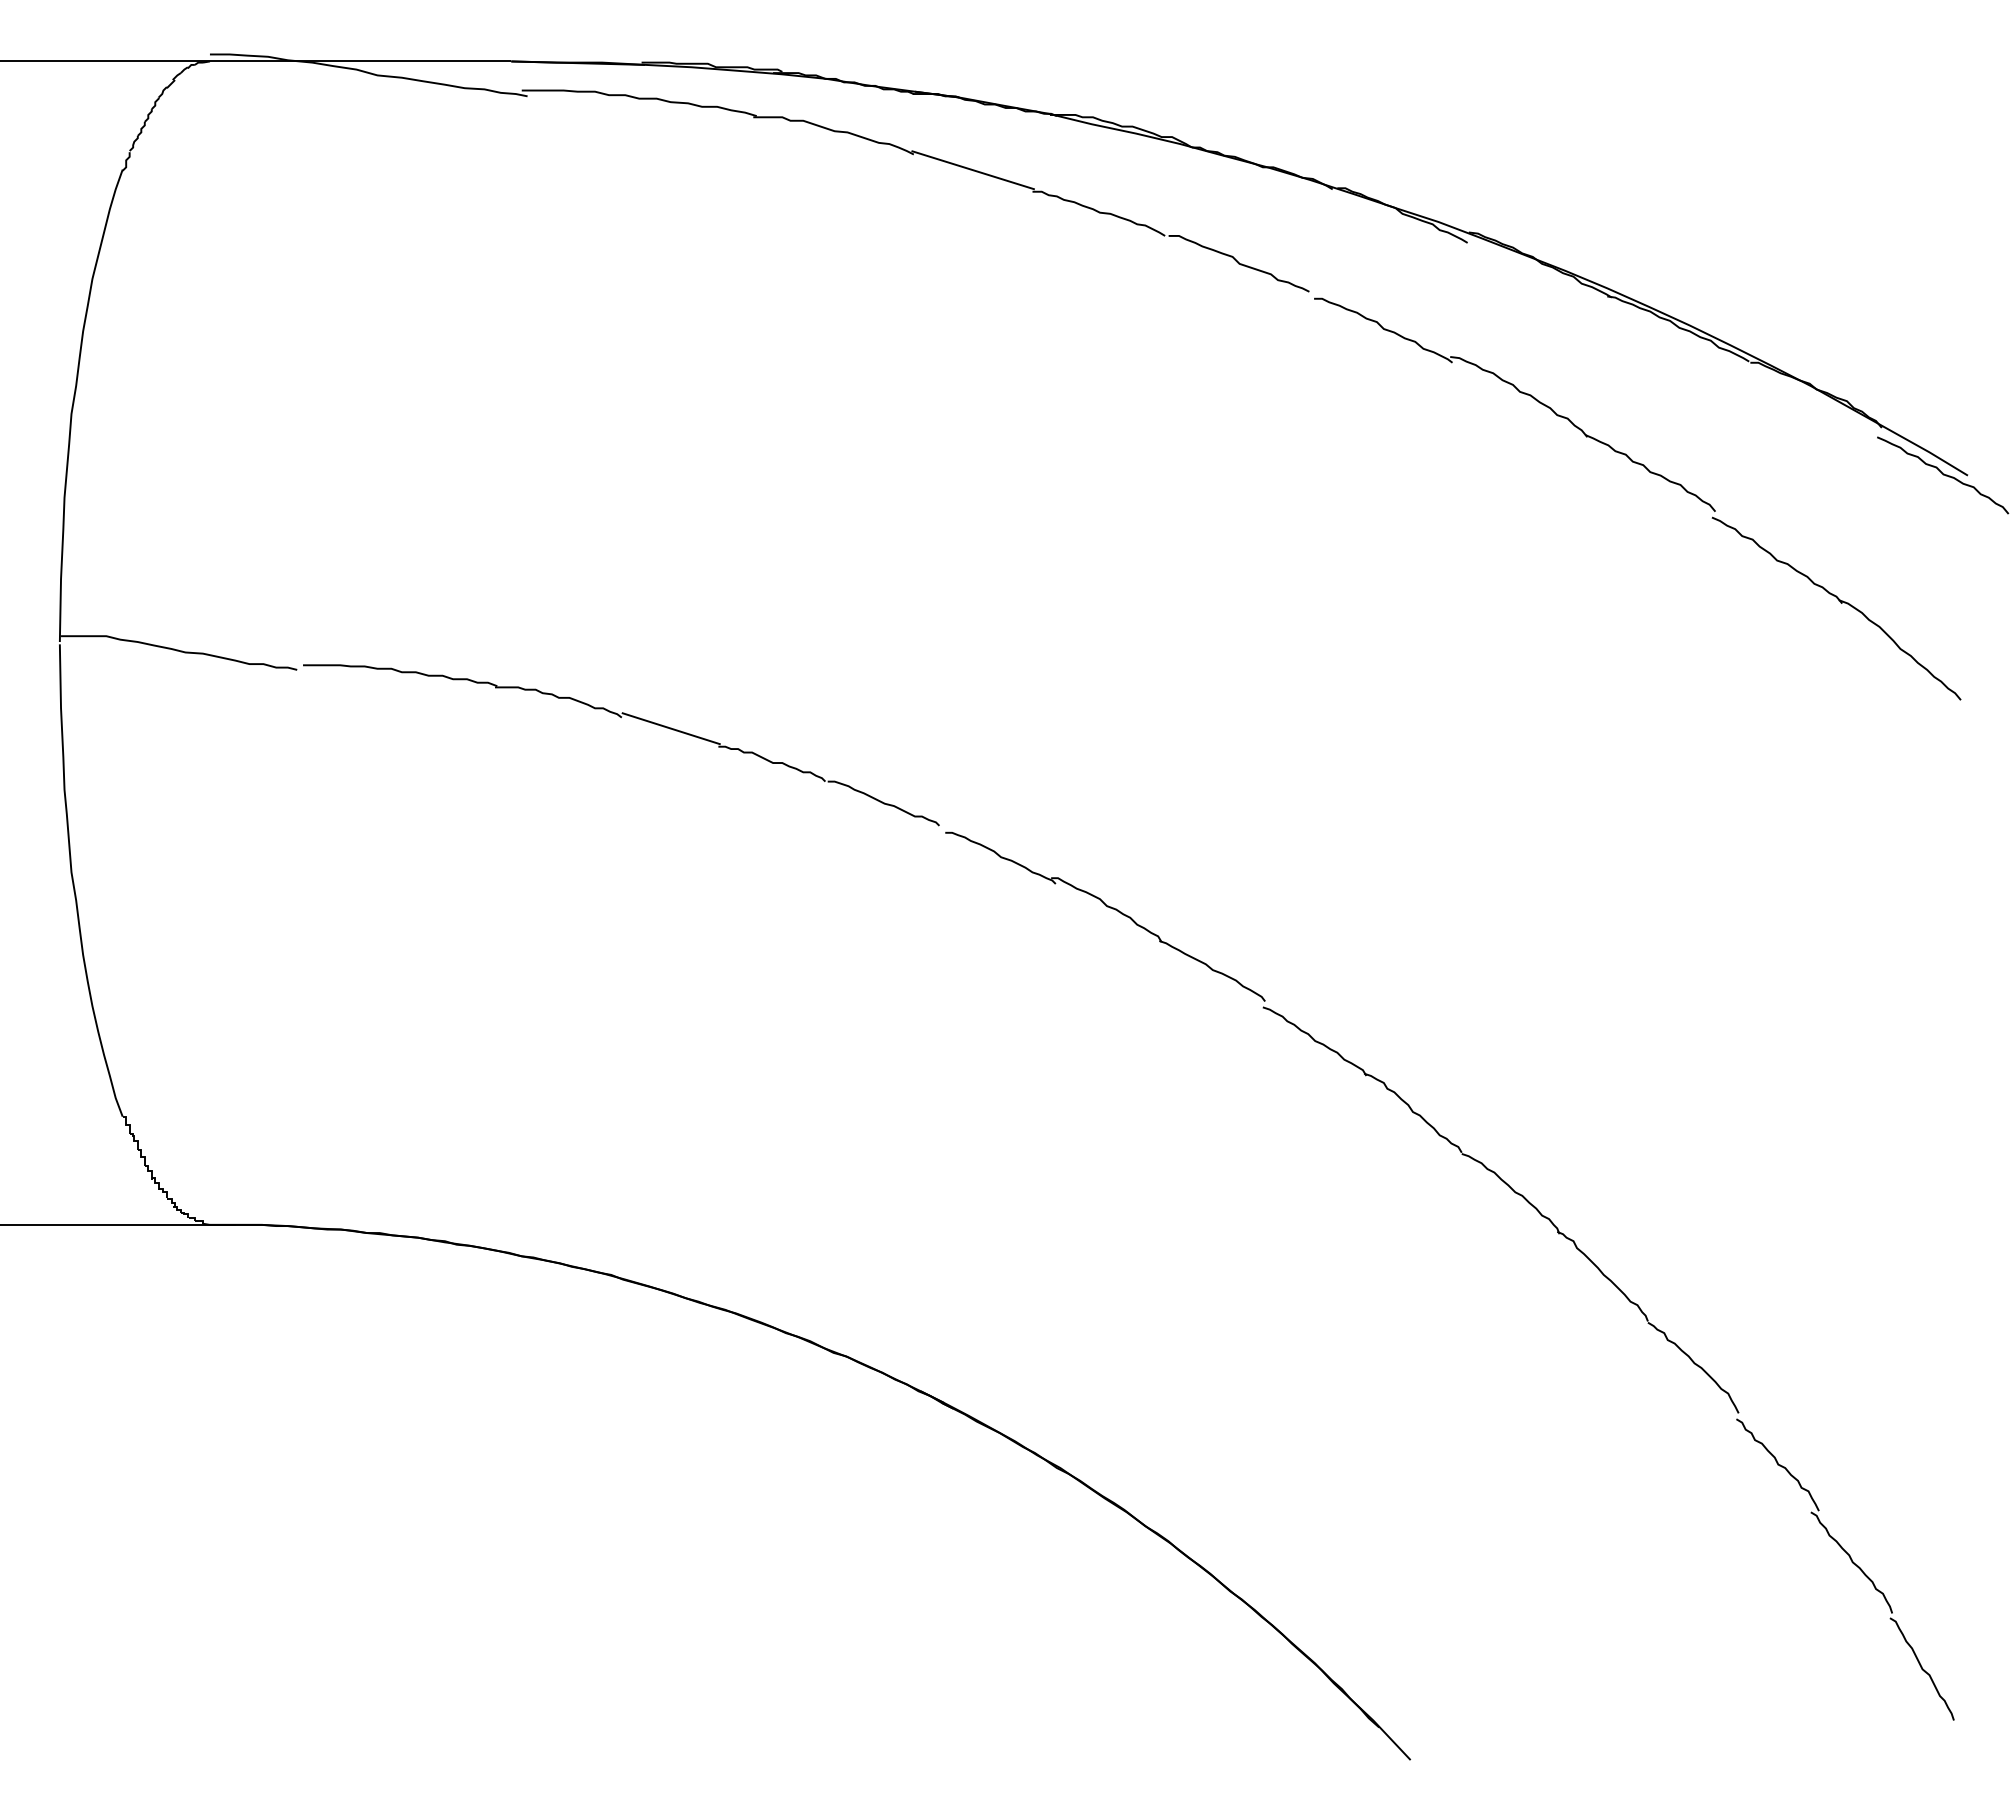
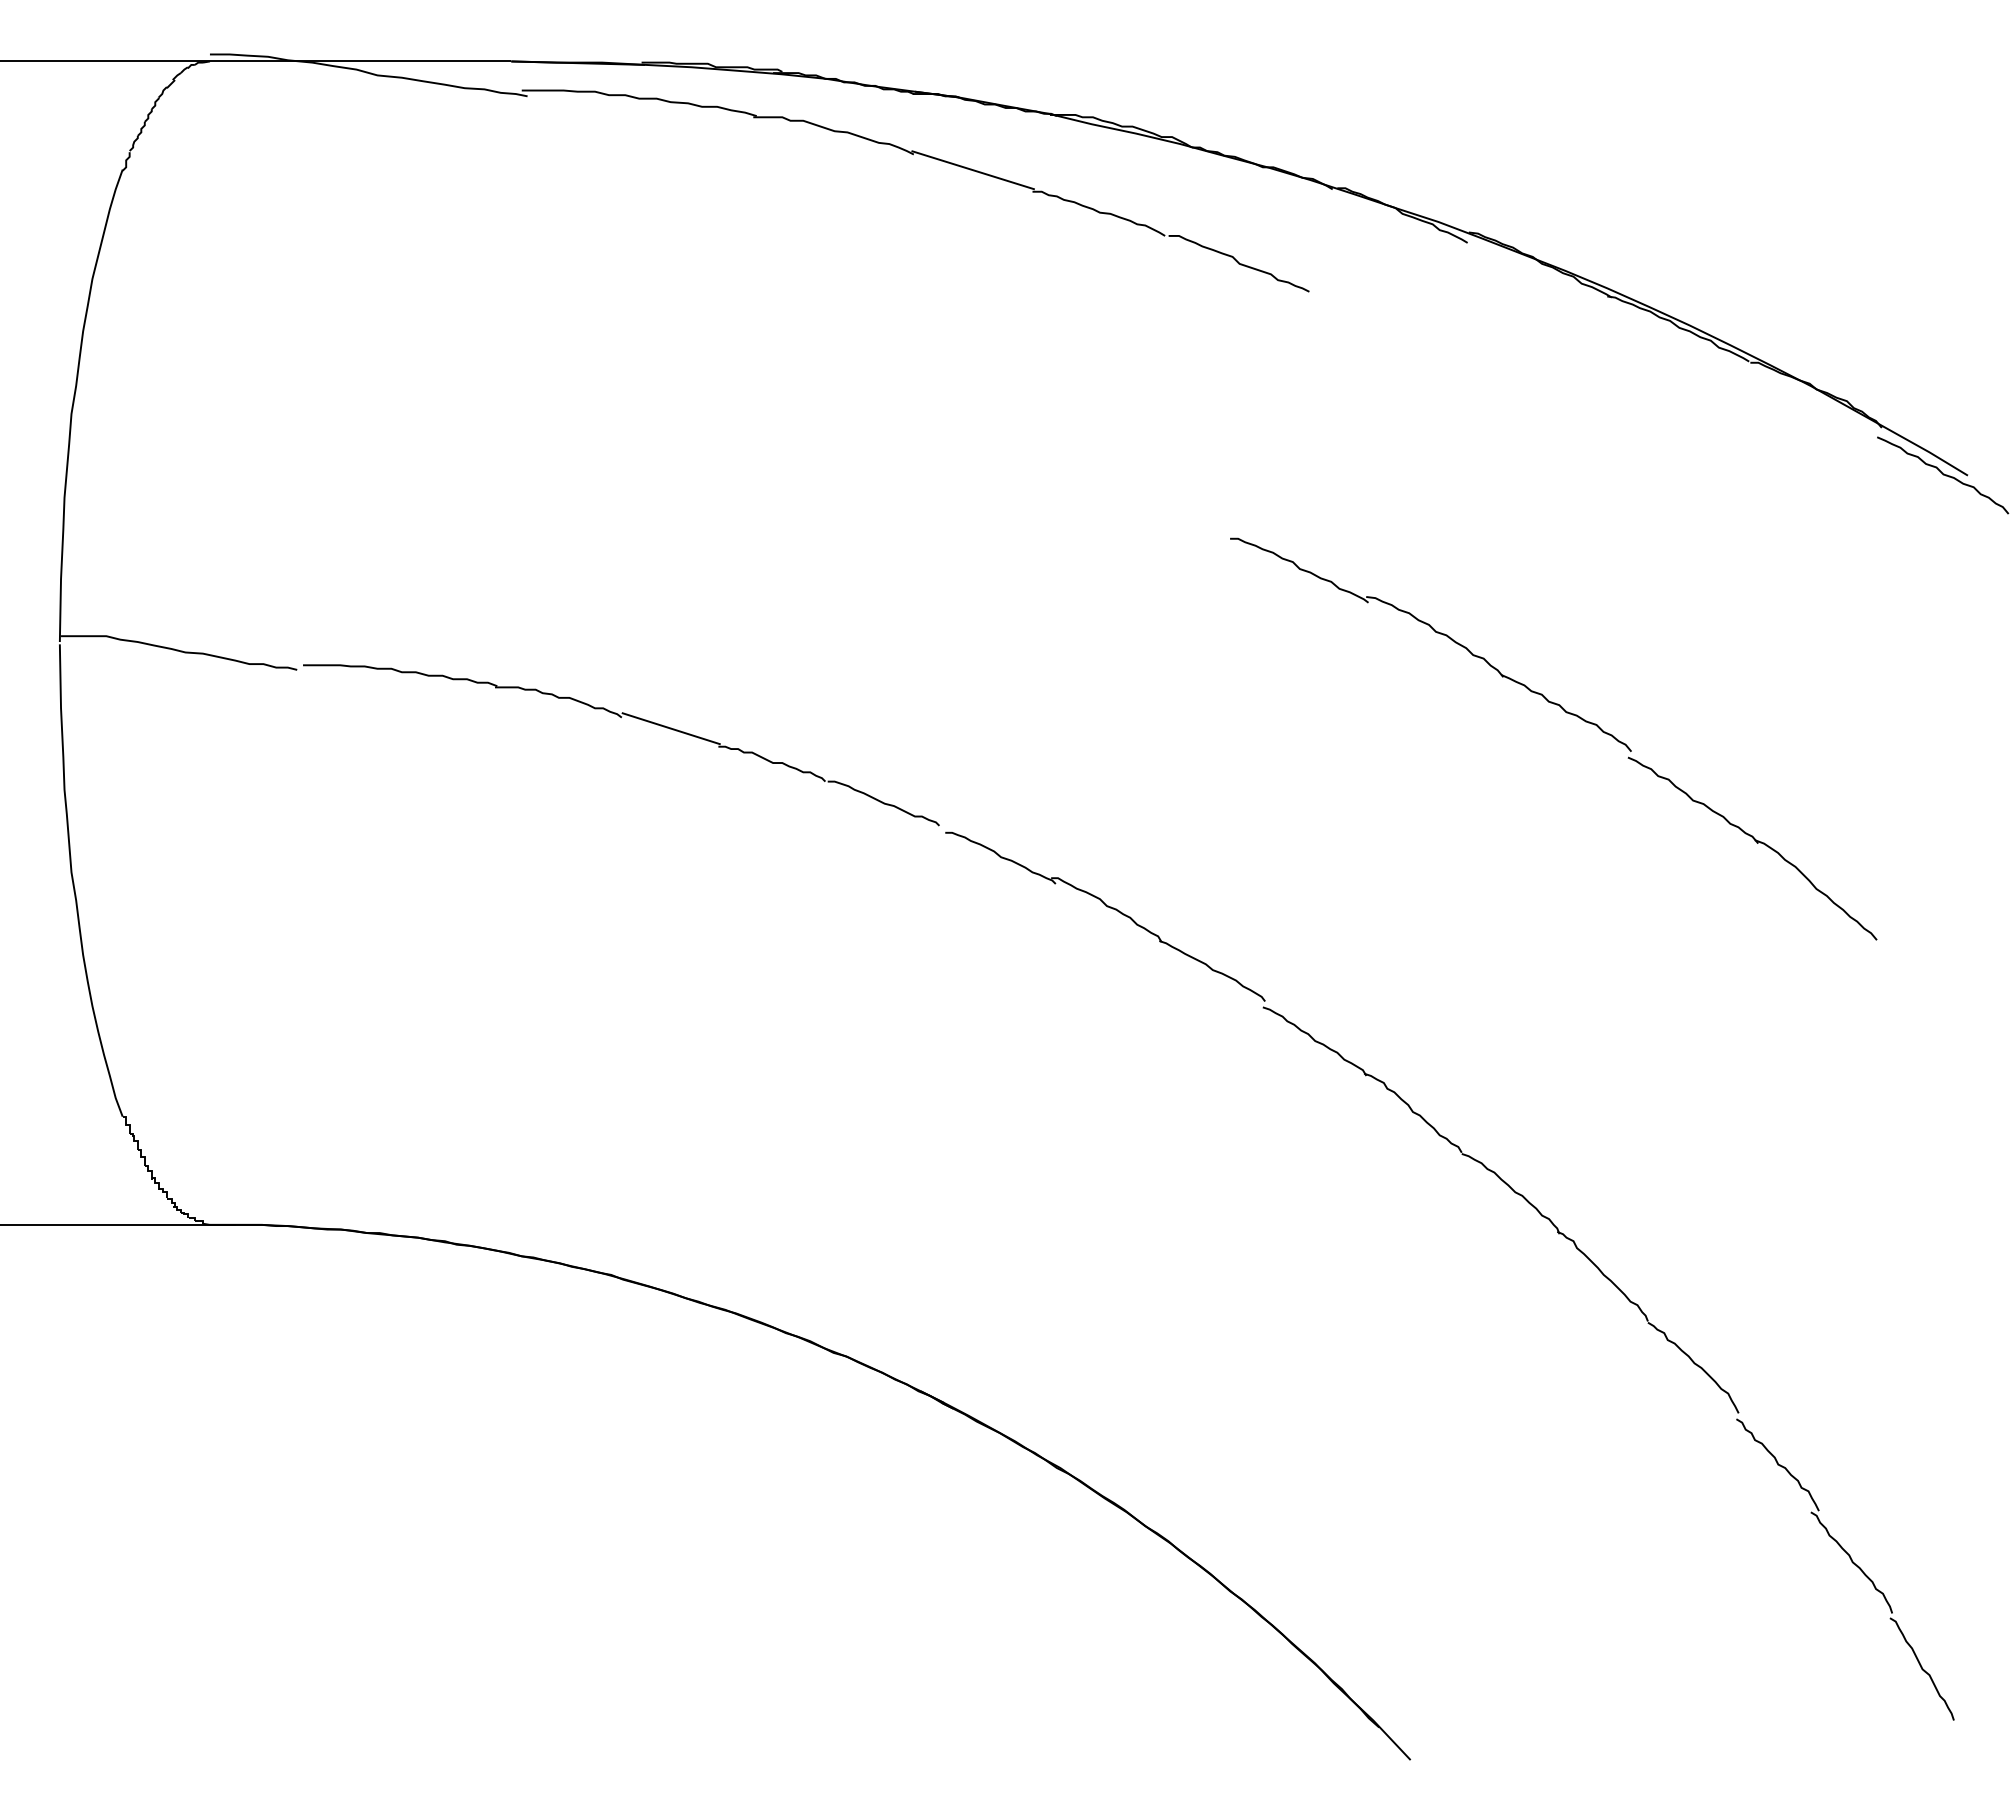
part at (1650, 473) position: (1650, 473) -> (1566, 713)
